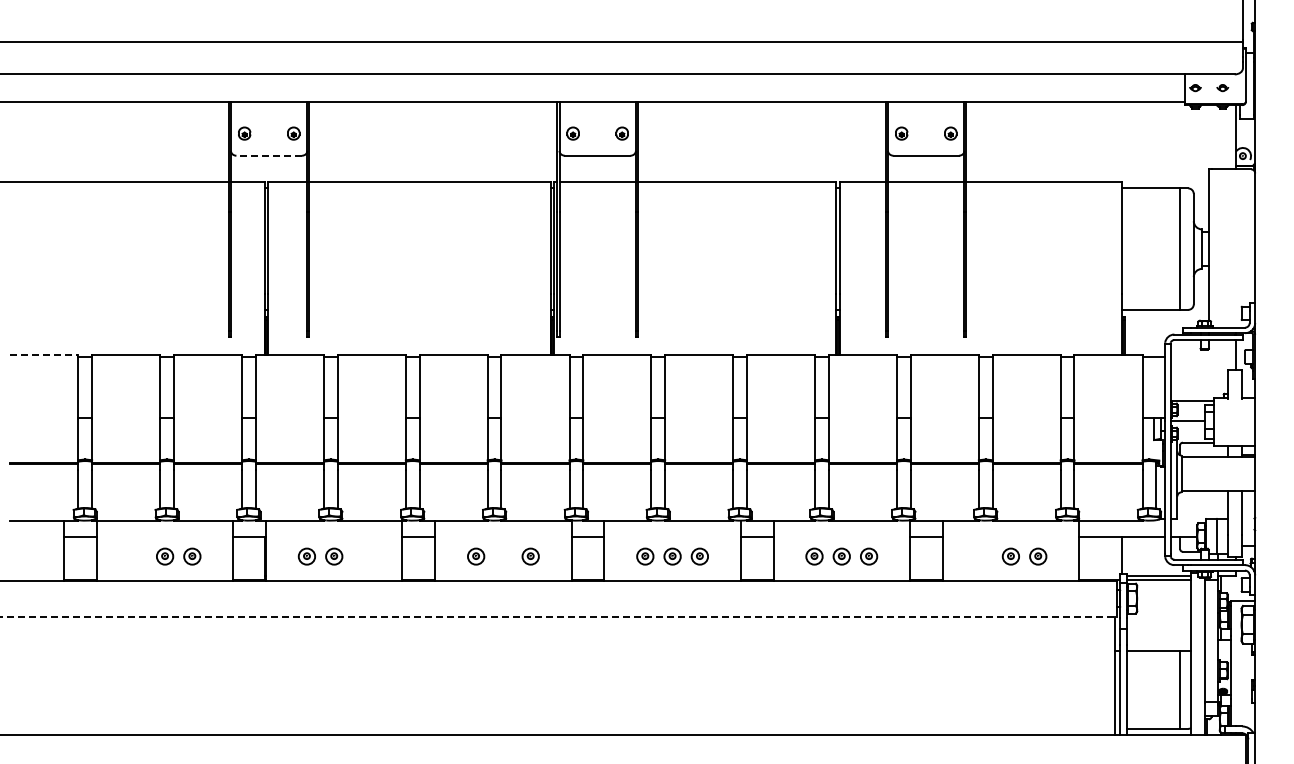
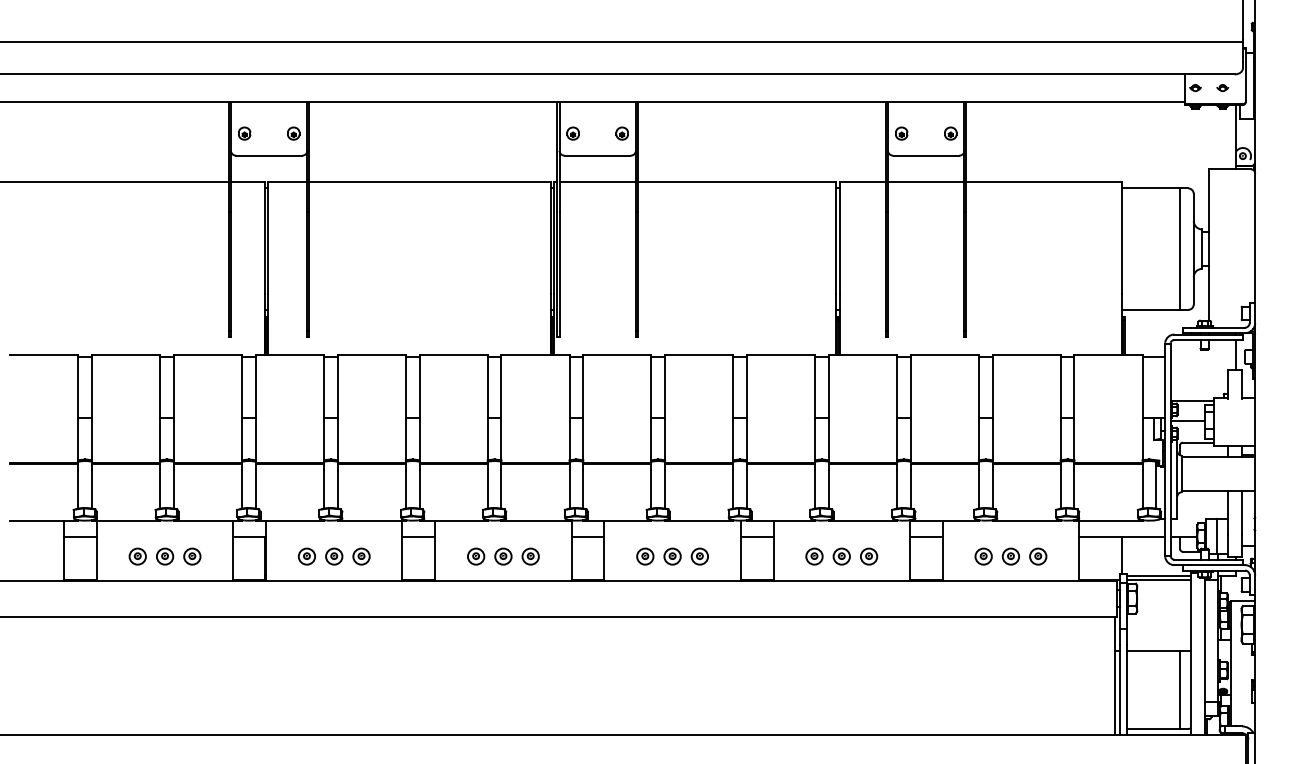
line at (269, 155): dashed -> solid
line at (44, 354): dashed -> solid
part at (137, 556): none -> present
part at (361, 556): none -> present
part at (503, 556): none -> present
part at (983, 556): none -> present
line at (559, 617): dashed -> solid
